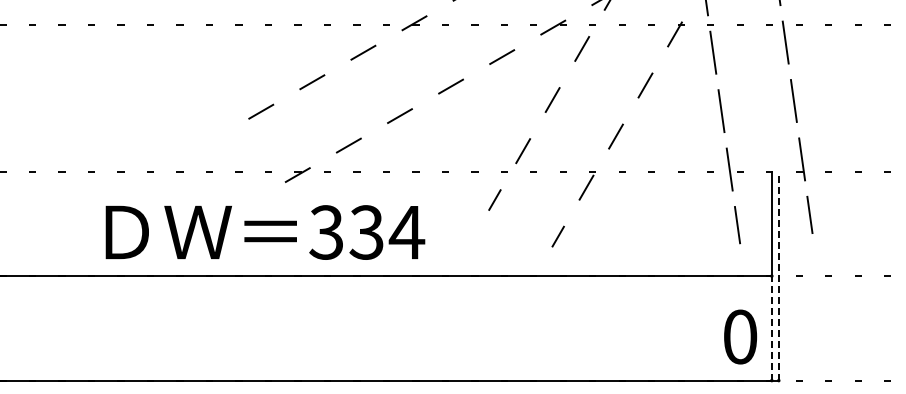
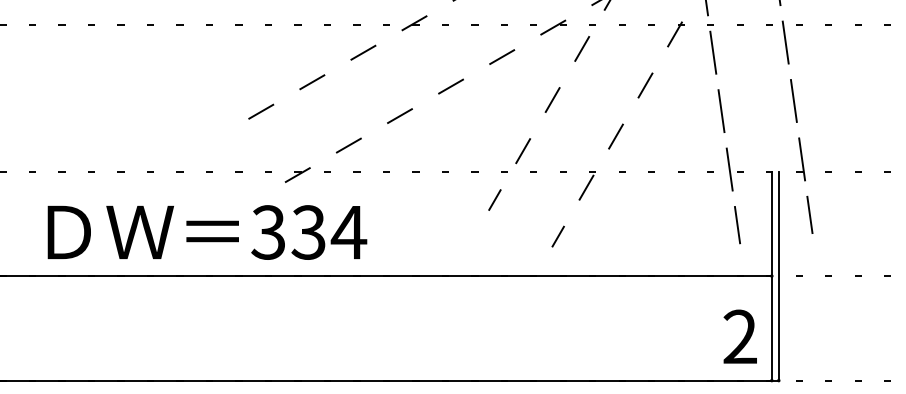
text at (265, 232) position: (265, 232) -> (207, 232)
line at (778, 275): dashed -> solid
line at (771, 327): dashed -> solid
text at (740, 336): 0 -> 2
